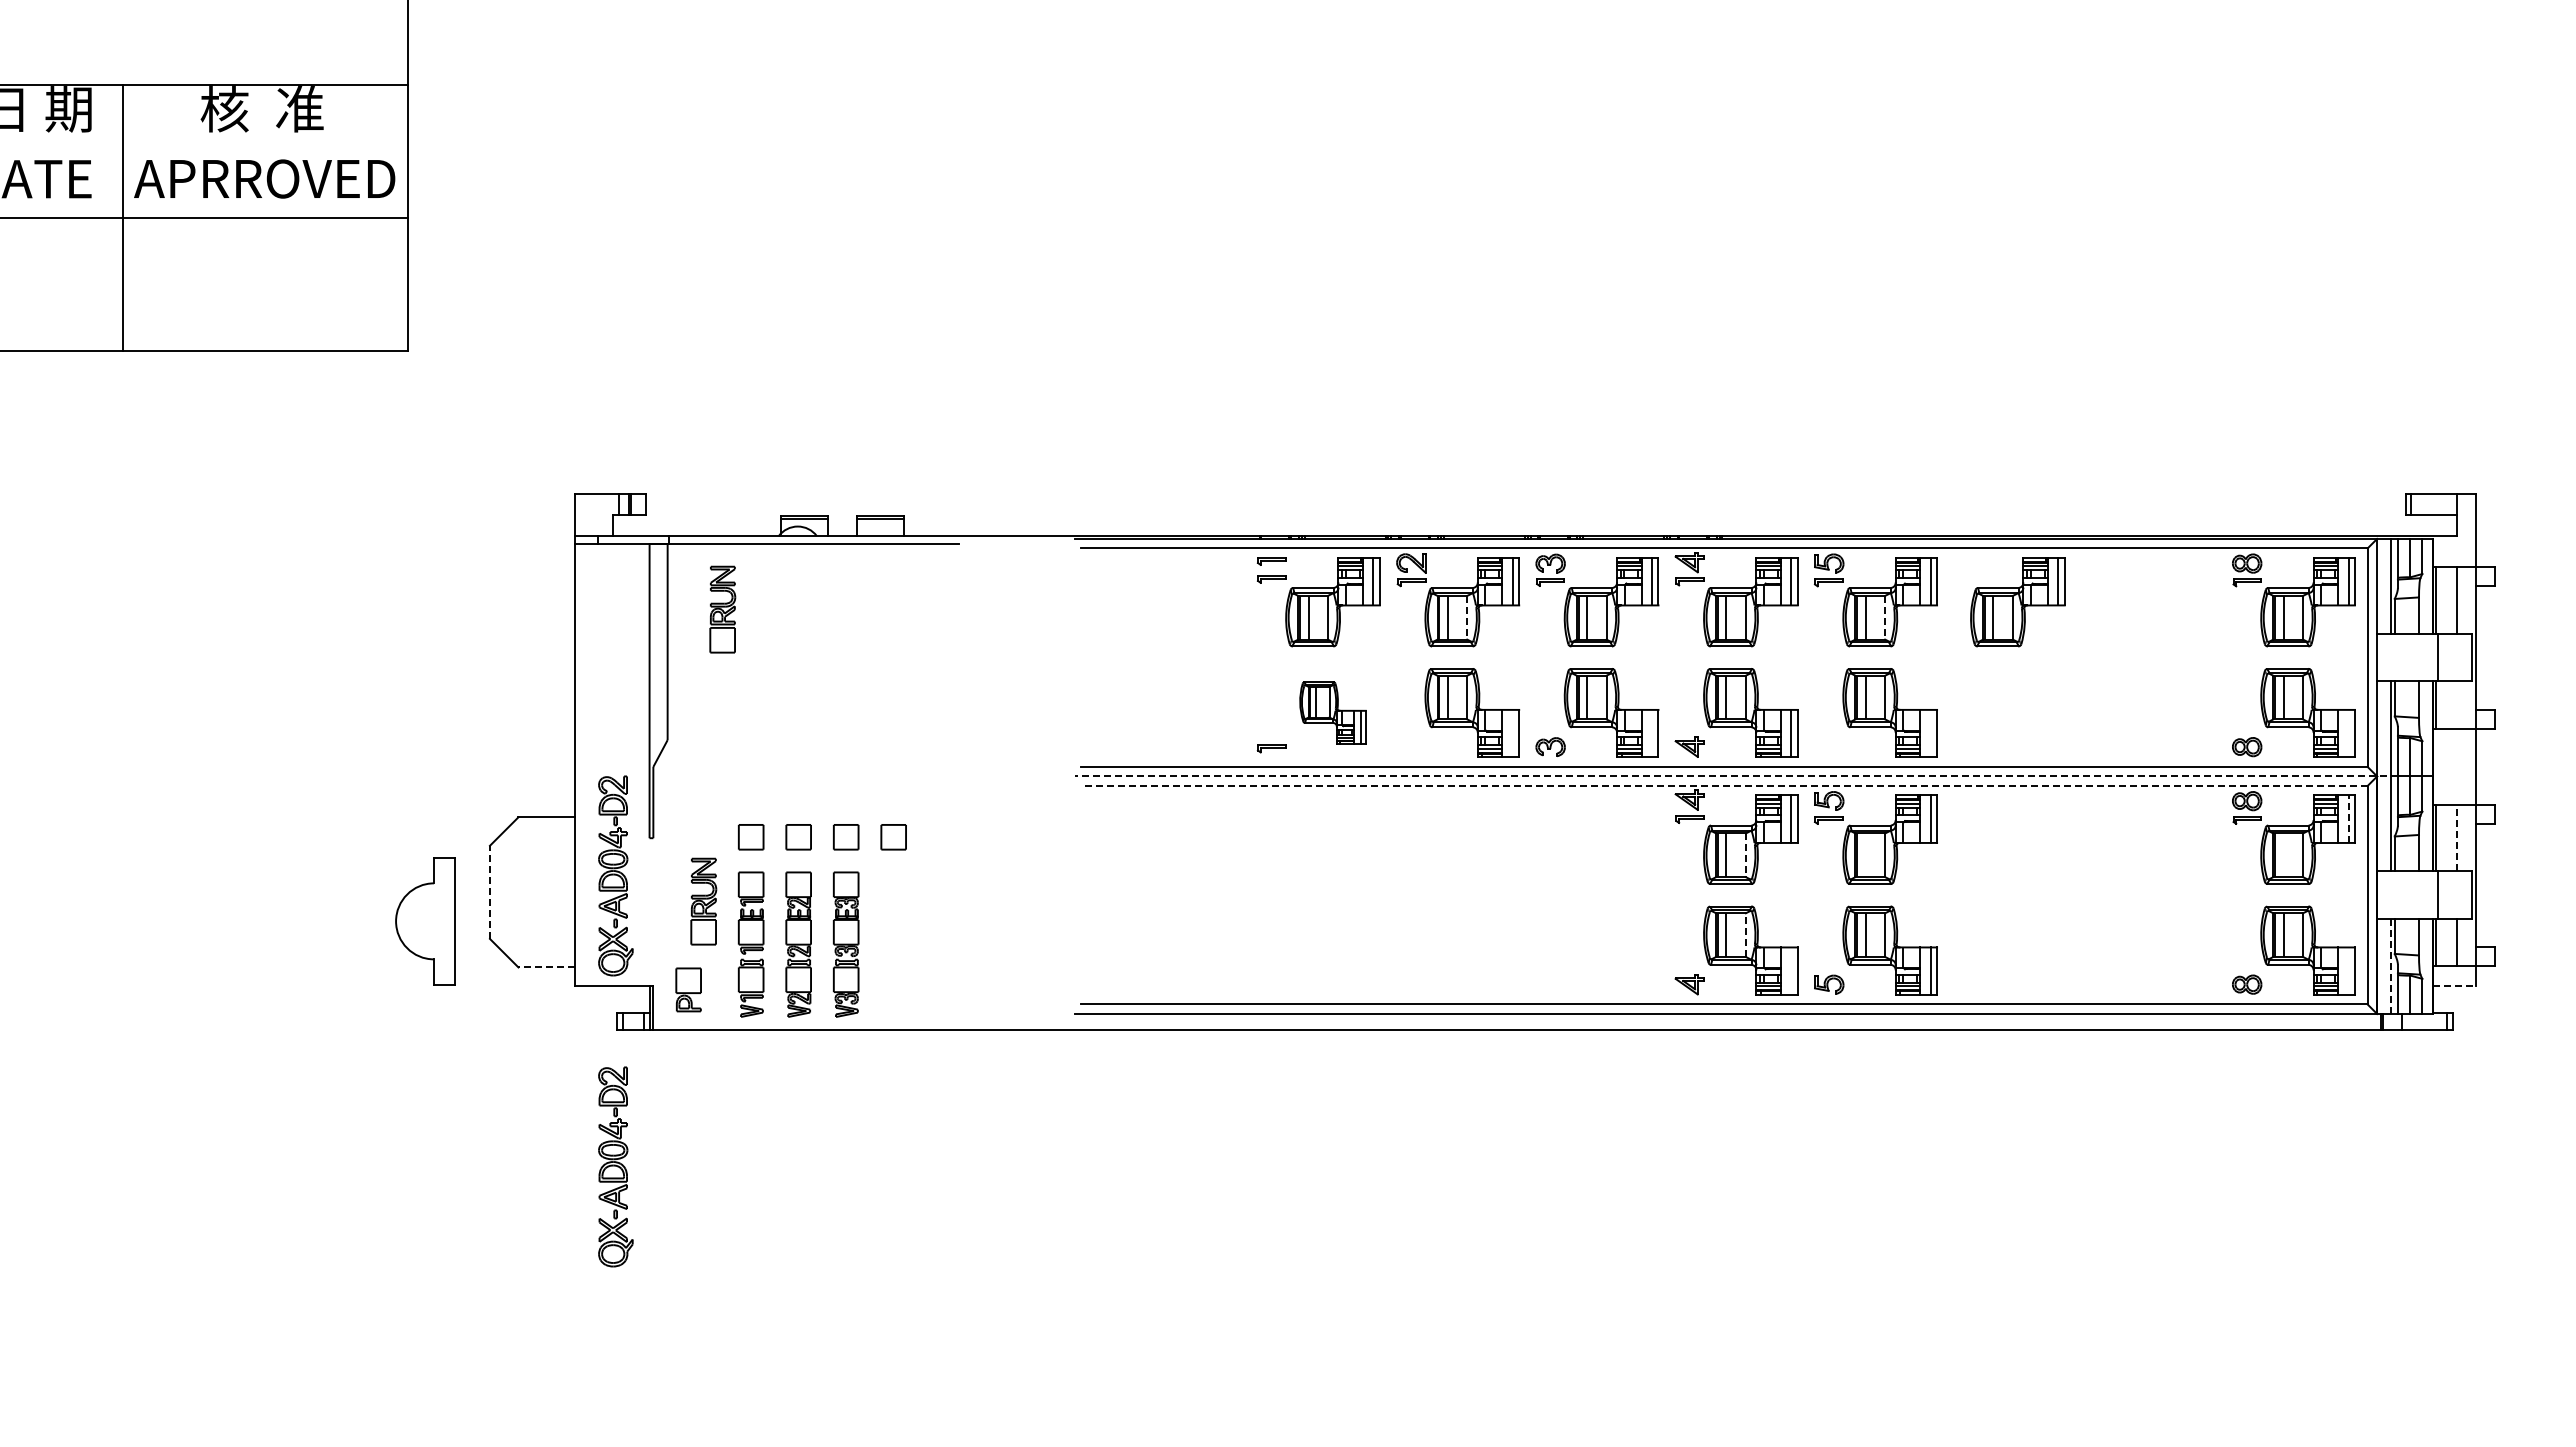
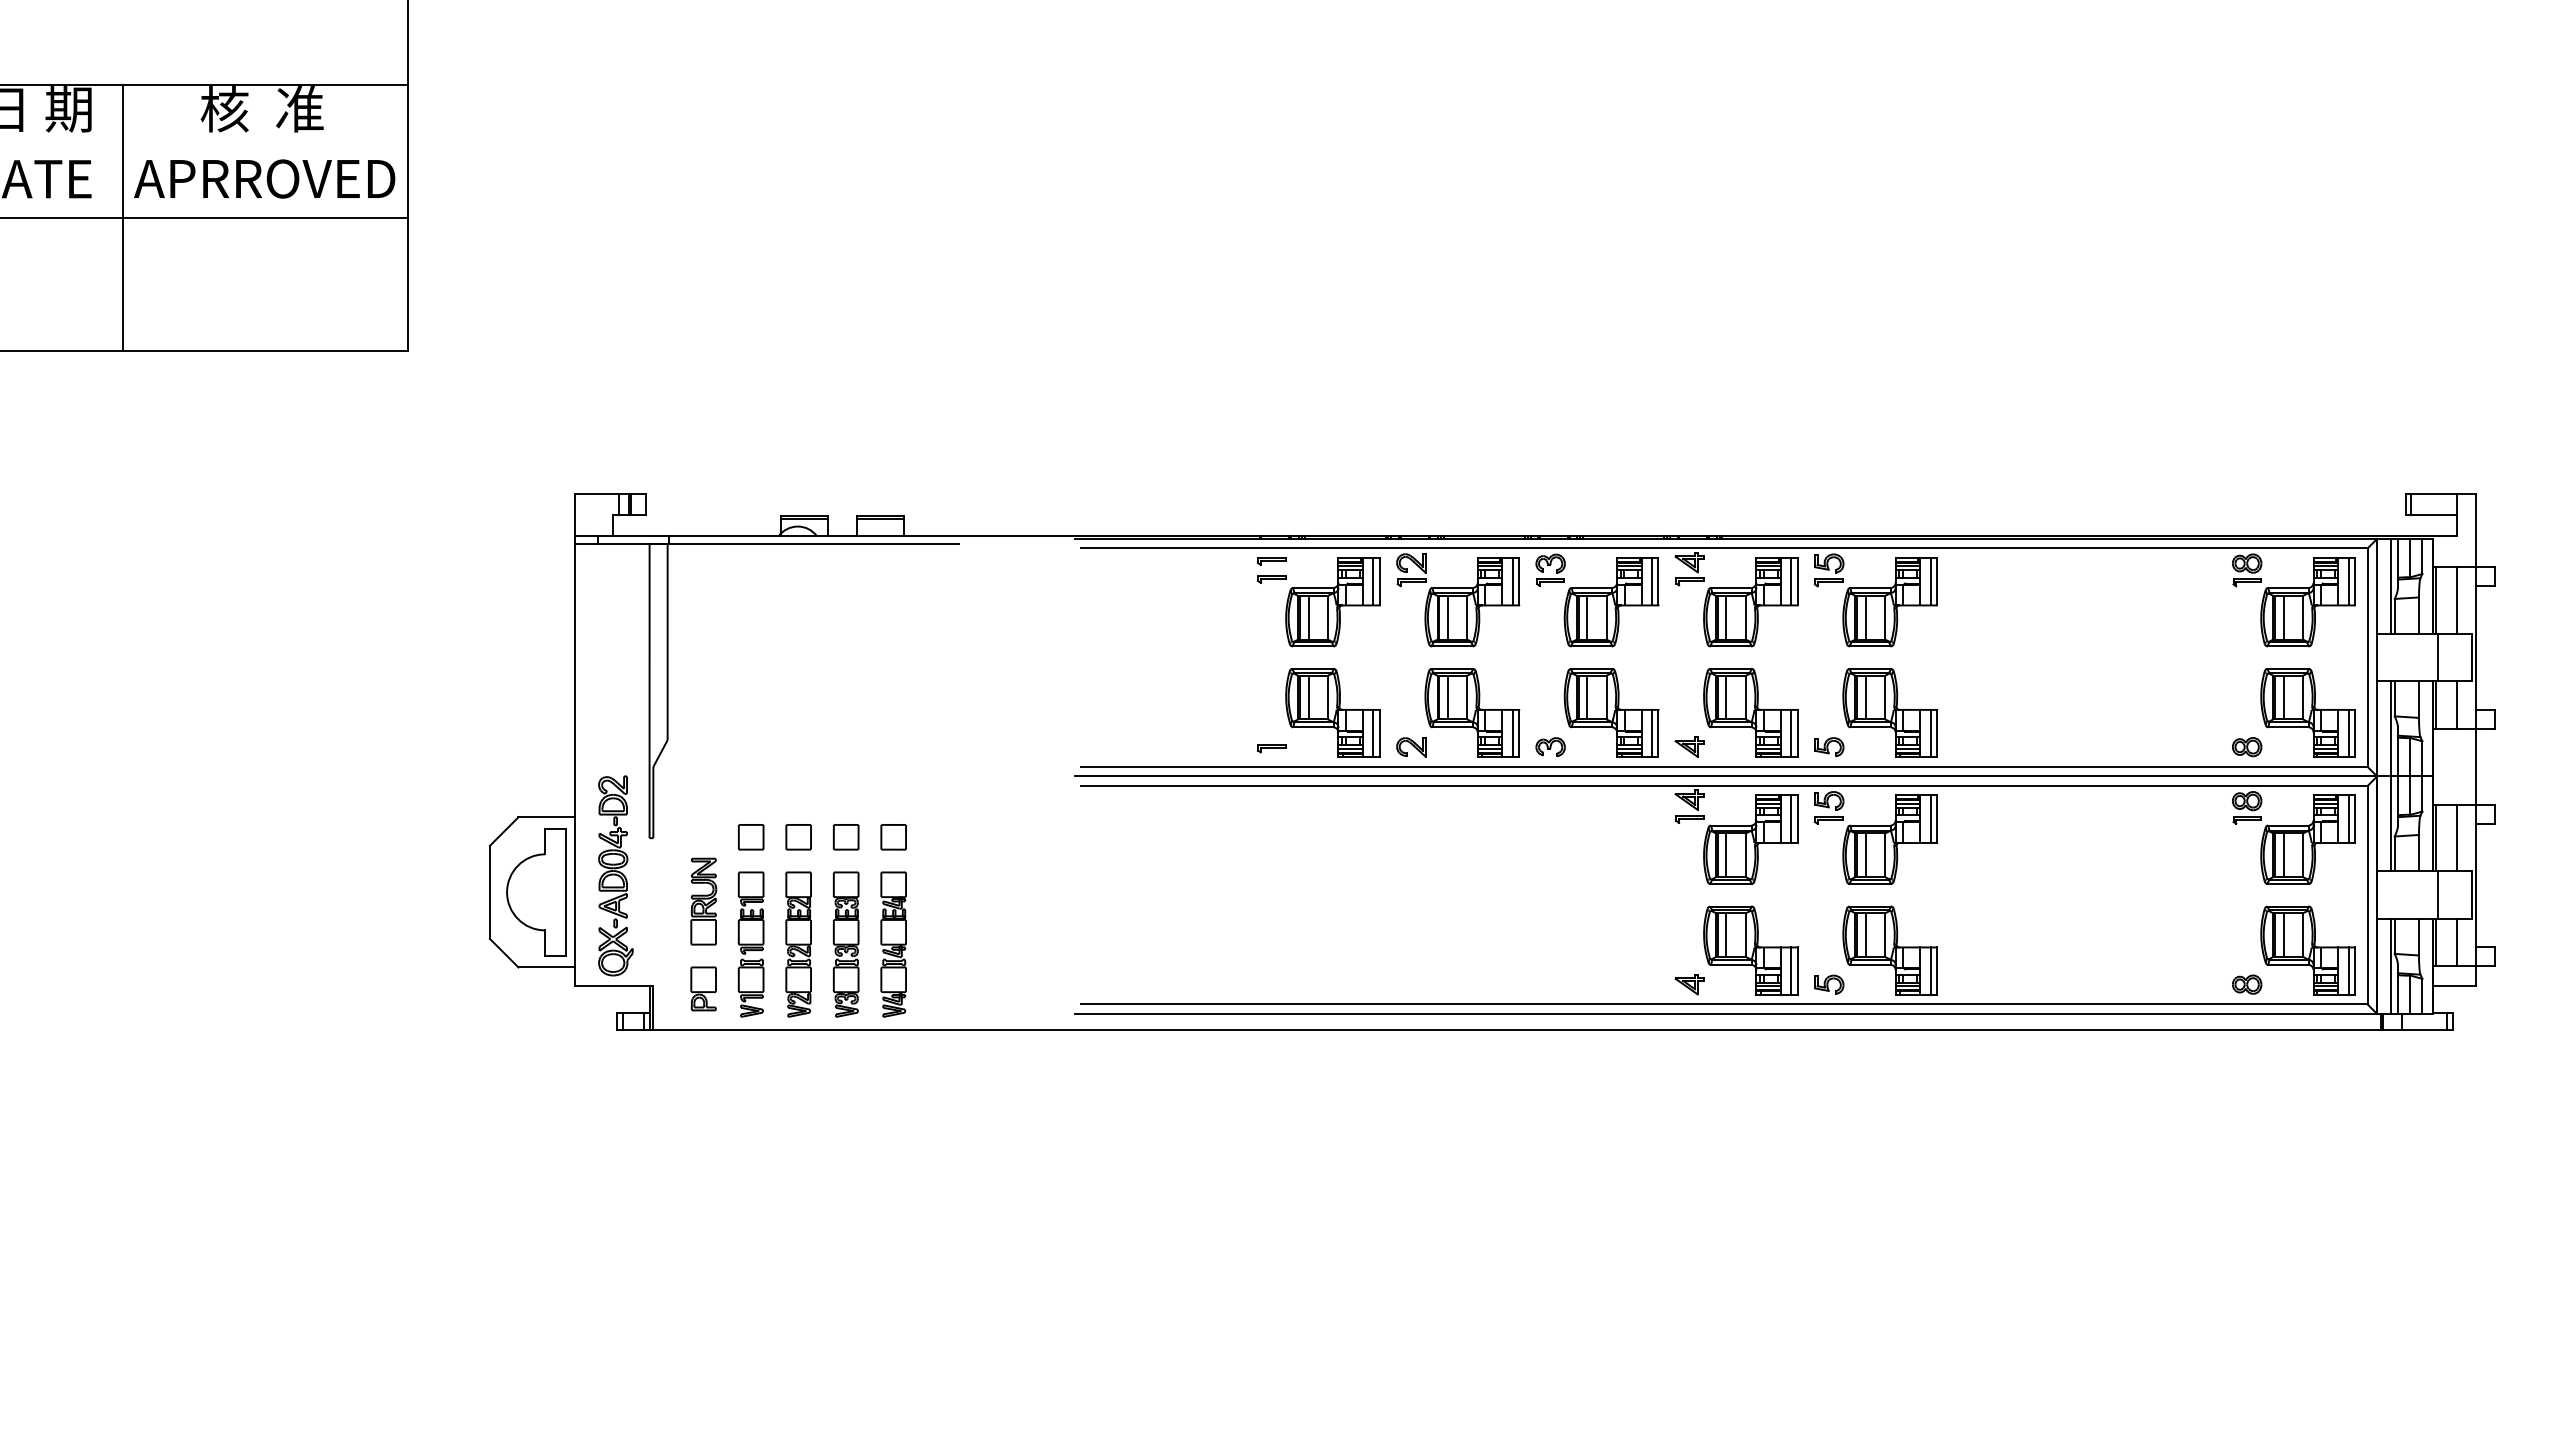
part at (2017, 602): present -> none
part at (722, 609): present -> none
line at (1467, 617): dashed -> solid
line at (1885, 617): dashed -> solid
line at (2456, 704): none -> present
part at (1332, 712) size: 68x64 px -> 96x90 px
line at (1512, 733): none -> present
line at (1652, 733): none -> present
line at (1930, 733): none -> present
line at (2348, 733): none -> present
part at (1829, 746): none -> present
part at (1411, 747): none -> present
line at (1735, 776): dashed -> solid
line at (1724, 785): dashed -> solid
line at (2348, 819): dashed -> solid
line at (2456, 837): dashed -> solid
line at (1745, 855): dashed -> solid
line at (1865, 855): none -> present
line at (2283, 855): none -> present
line at (489, 892): dashed -> solid
part at (425, 921) position: (425, 921) -> (536, 892)
line at (1745, 935): dashed -> solid
part at (893, 944): none -> present
line at (2390, 966): dashed -> solid
line at (546, 967): dashed -> solid
line at (1791, 970): none -> present
line at (2348, 970): none -> present
line at (2454, 986): dashed -> solid
part at (688, 989) position: (688, 989) -> (703, 988)
part at (615, 1166): present -> none
